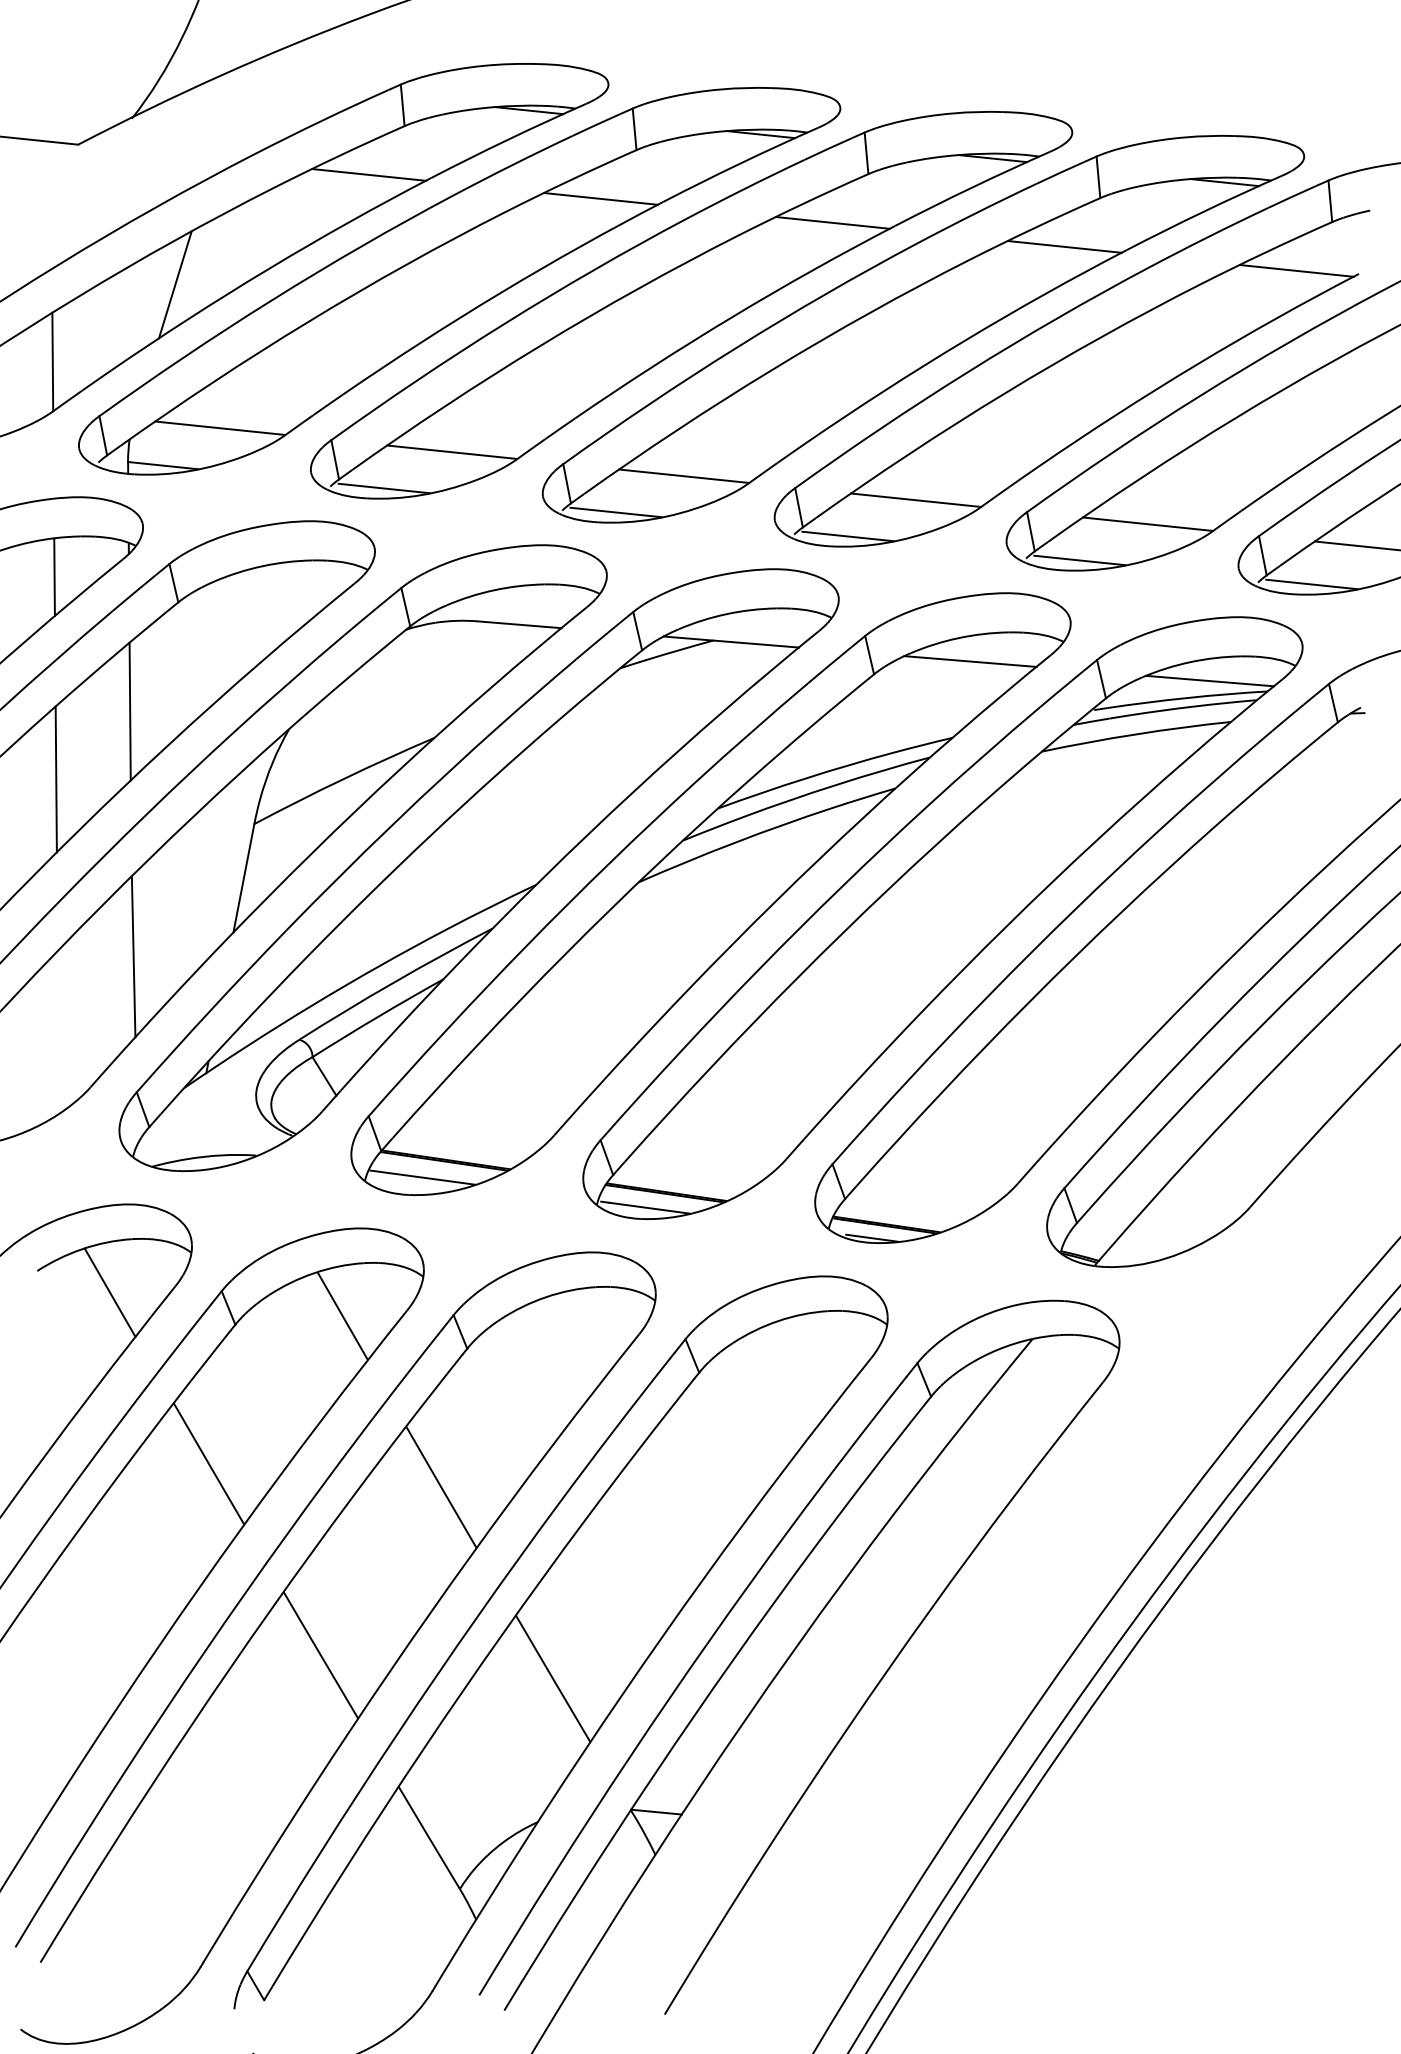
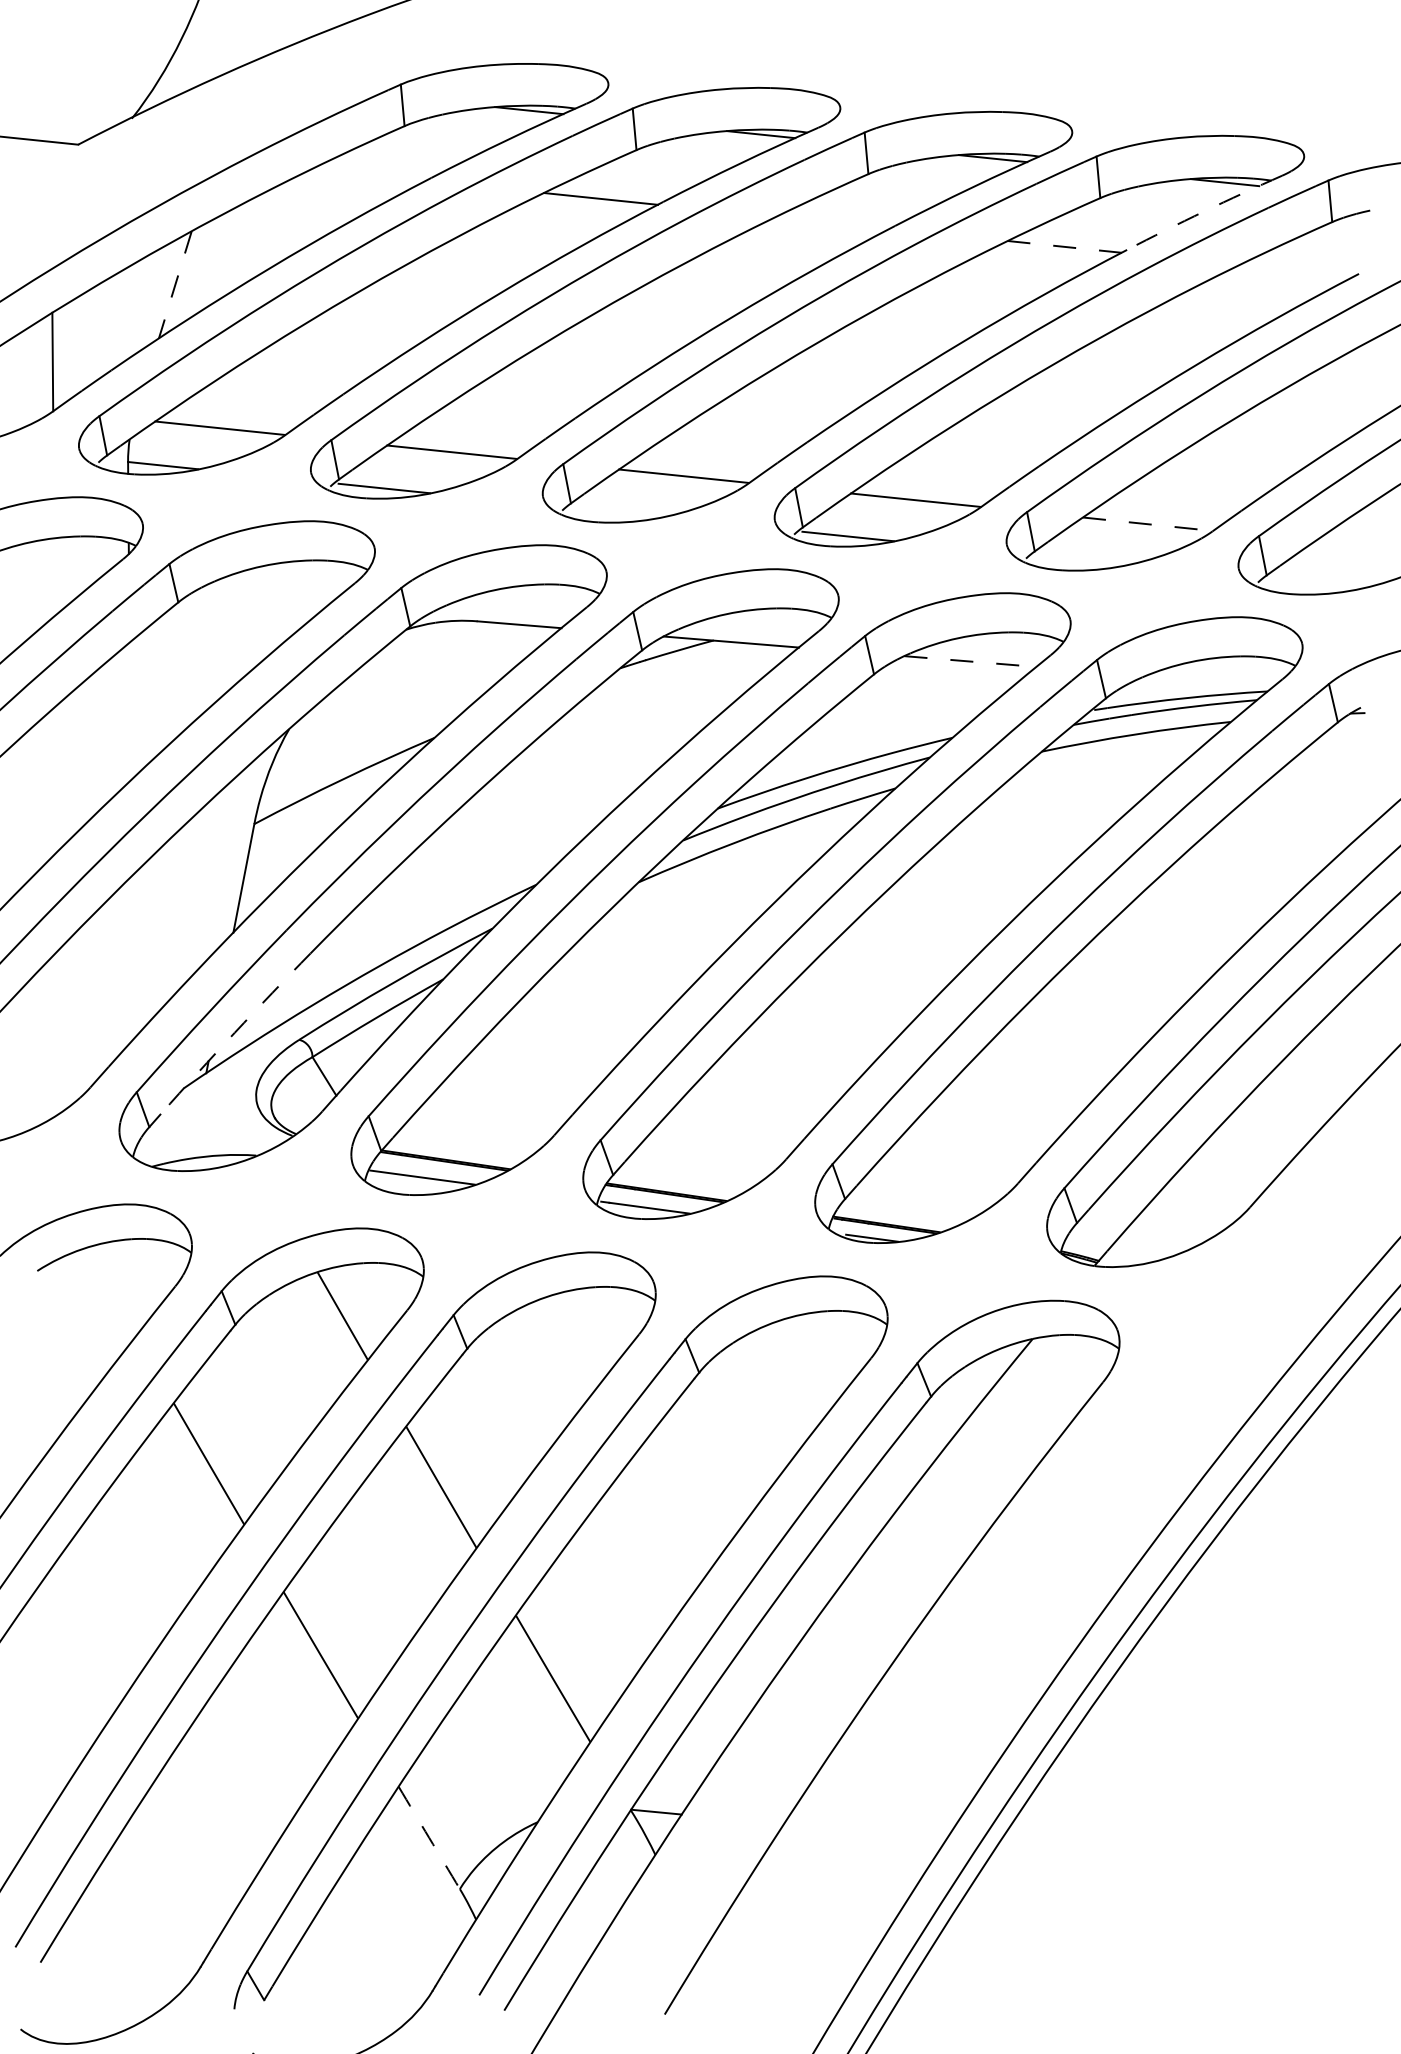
line at (369, 174): present -> none
arc at (1204, 211): solid -> dashed
line at (833, 222): present -> none
line at (1064, 246): solid -> dashed
line at (1296, 270): present -> none
line at (175, 284): solid -> dashed
line at (615, 512): present -> none
line at (1148, 524): solid -> dashed
line at (1355, 545): present -> none
line at (1079, 560): present -> none
line at (54, 577): present -> none
line at (1311, 584): present -> none
line at (971, 661): solid -> dashed
line at (1210, 680): present -> none
line at (129, 711): present -> none
line at (55, 779): present -> none
line at (133, 956): present -> none
arc at (234, 1032): solid -> dashed
line at (109, 1292): present -> none
arc at (429, 1837): solid -> dashed
